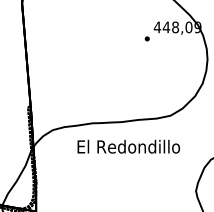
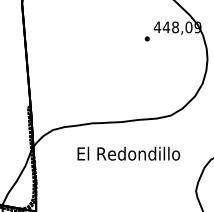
text at (128, 146) position: (128, 146) -> (128, 153)
